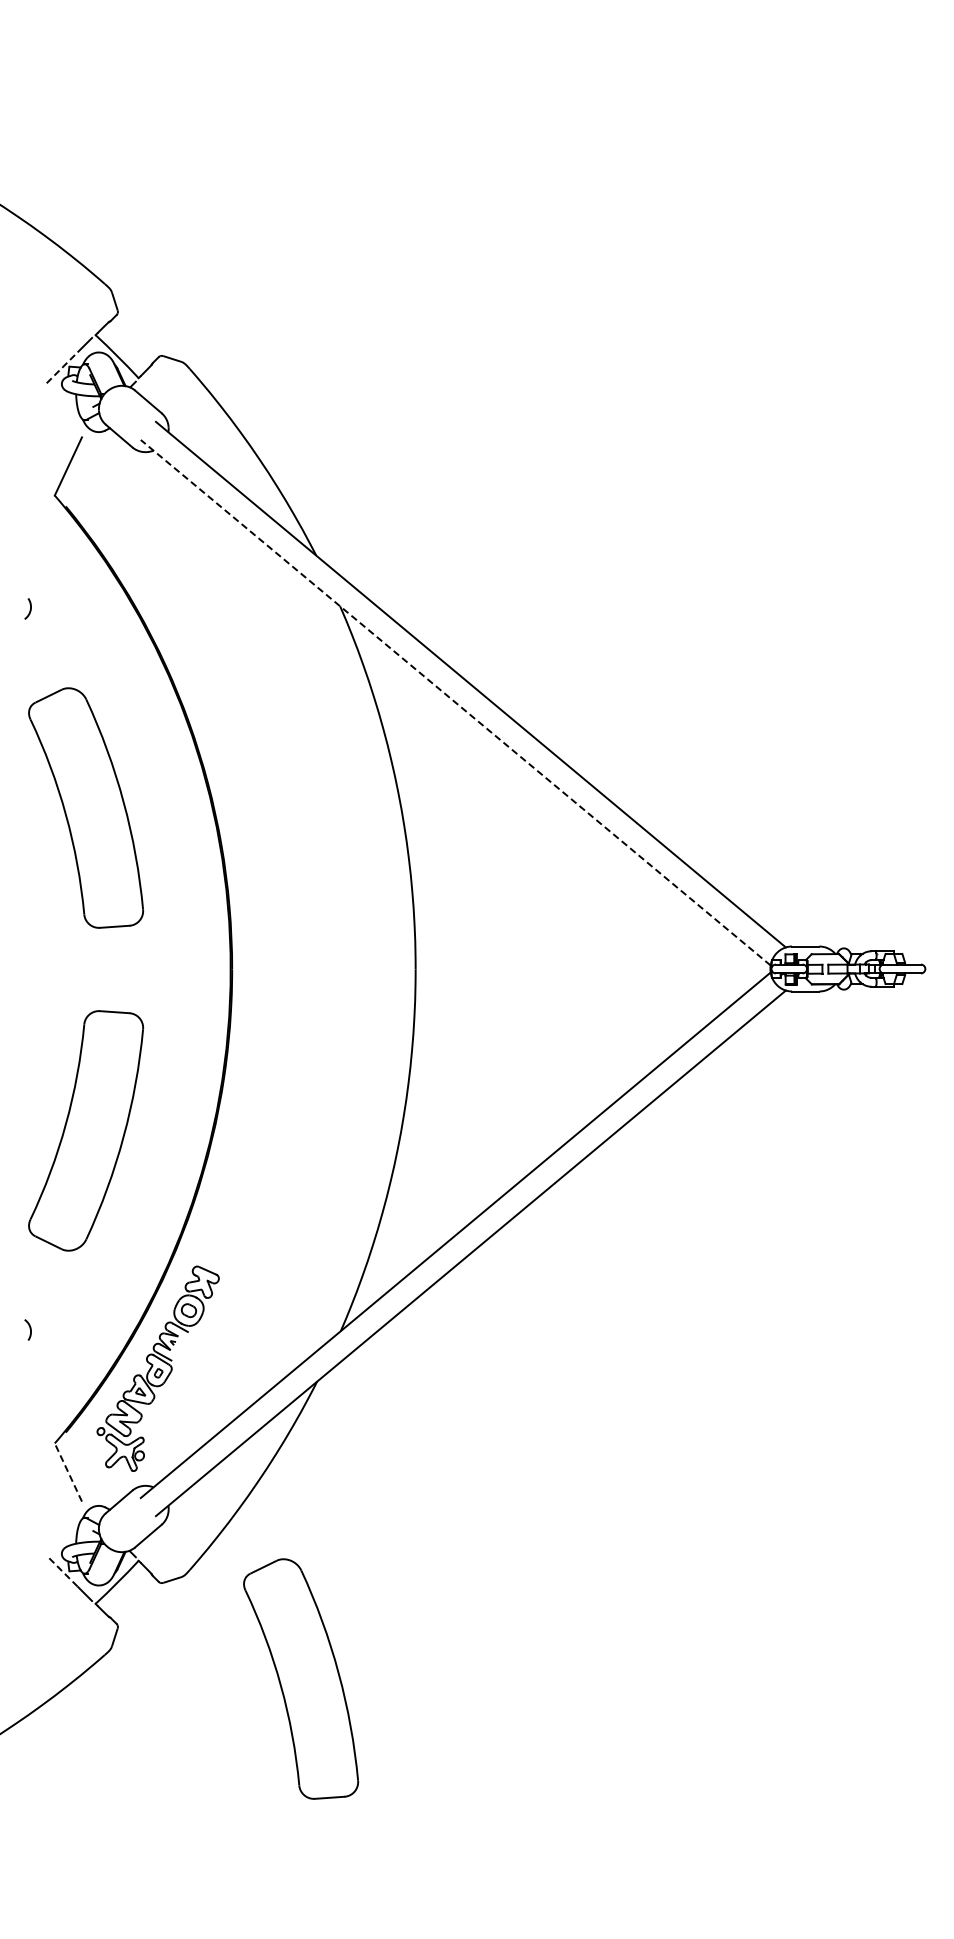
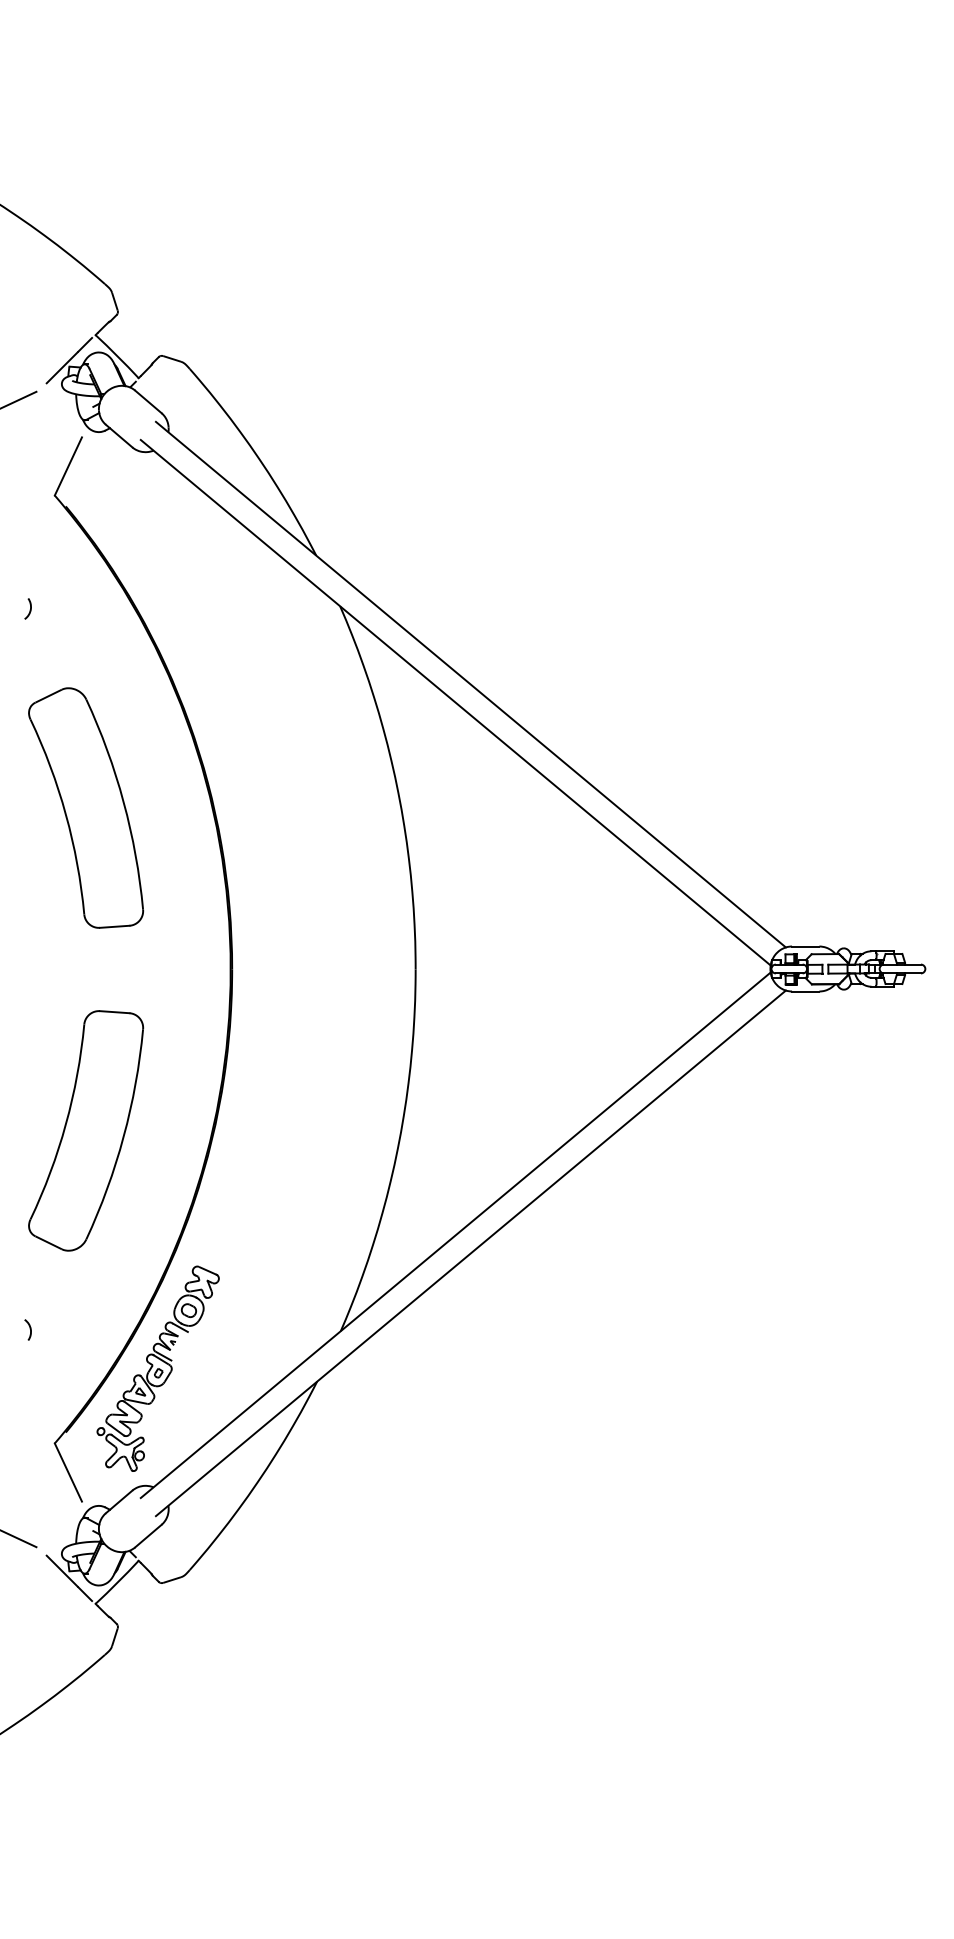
line at (62, 367): dashed -> solid
line at (19, 399): none -> present
line at (455, 702): dashed -> solid
line at (68, 1472): dashed -> solid
line at (19, 1539): none -> present
line at (62, 1571): dashed -> solid
part at (301, 1678): present -> none
